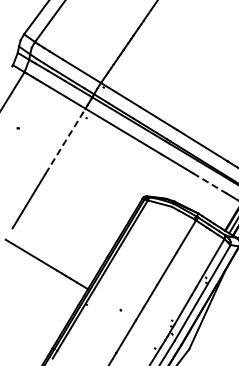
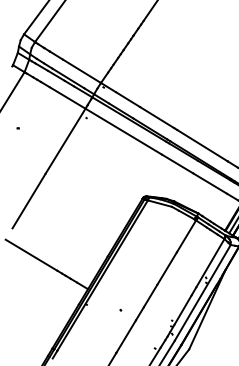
line at (65, 140): dashed -> solid
line at (210, 183): dashed -> solid
